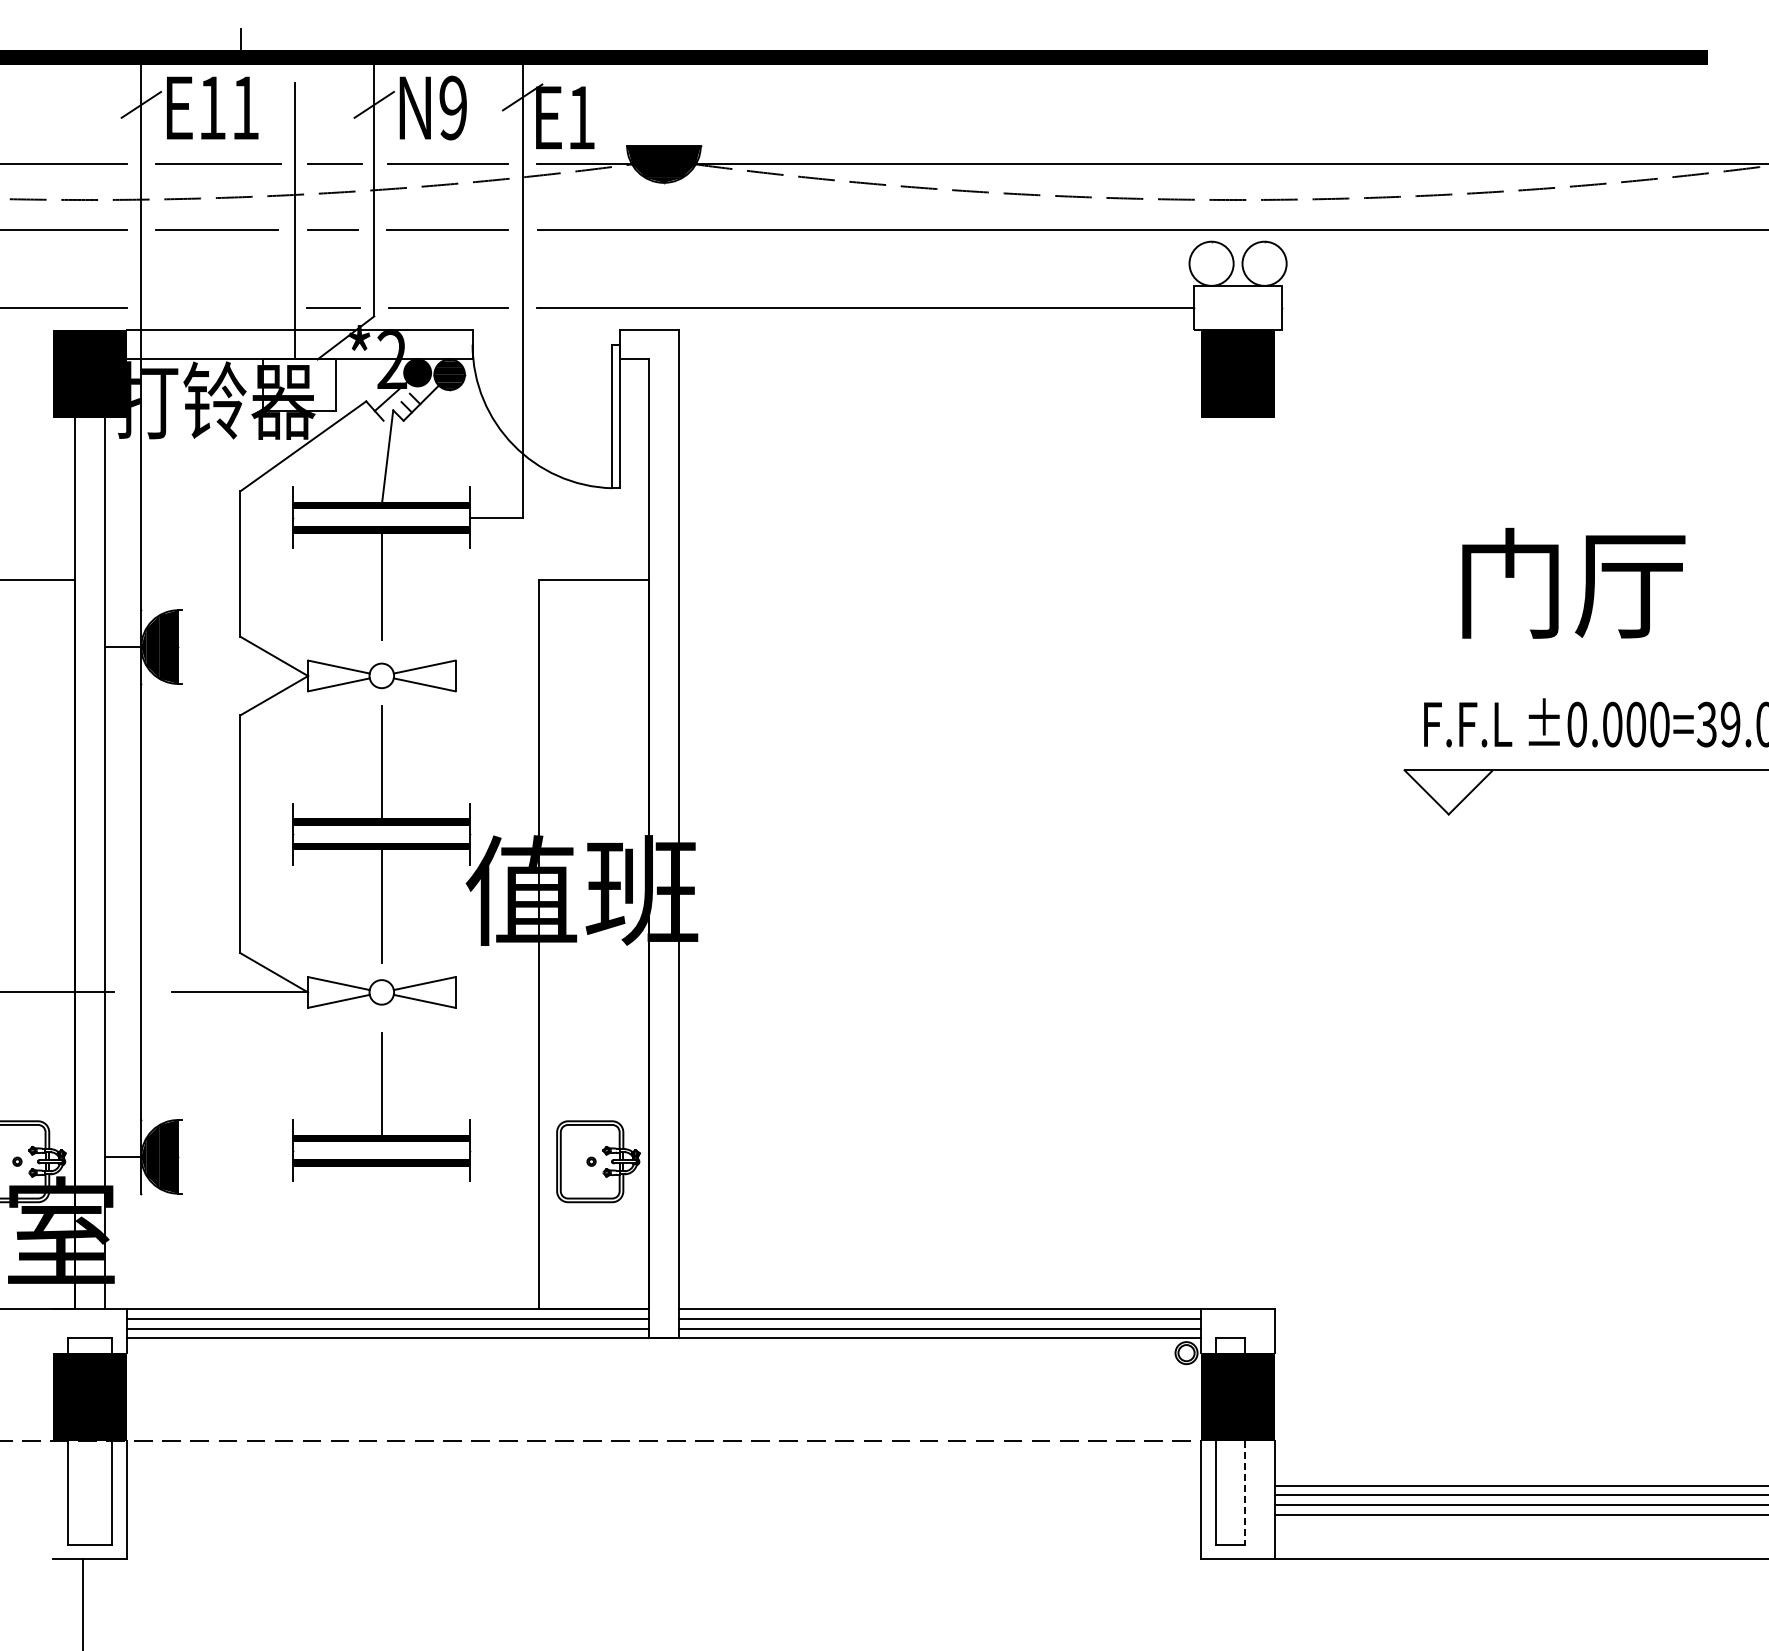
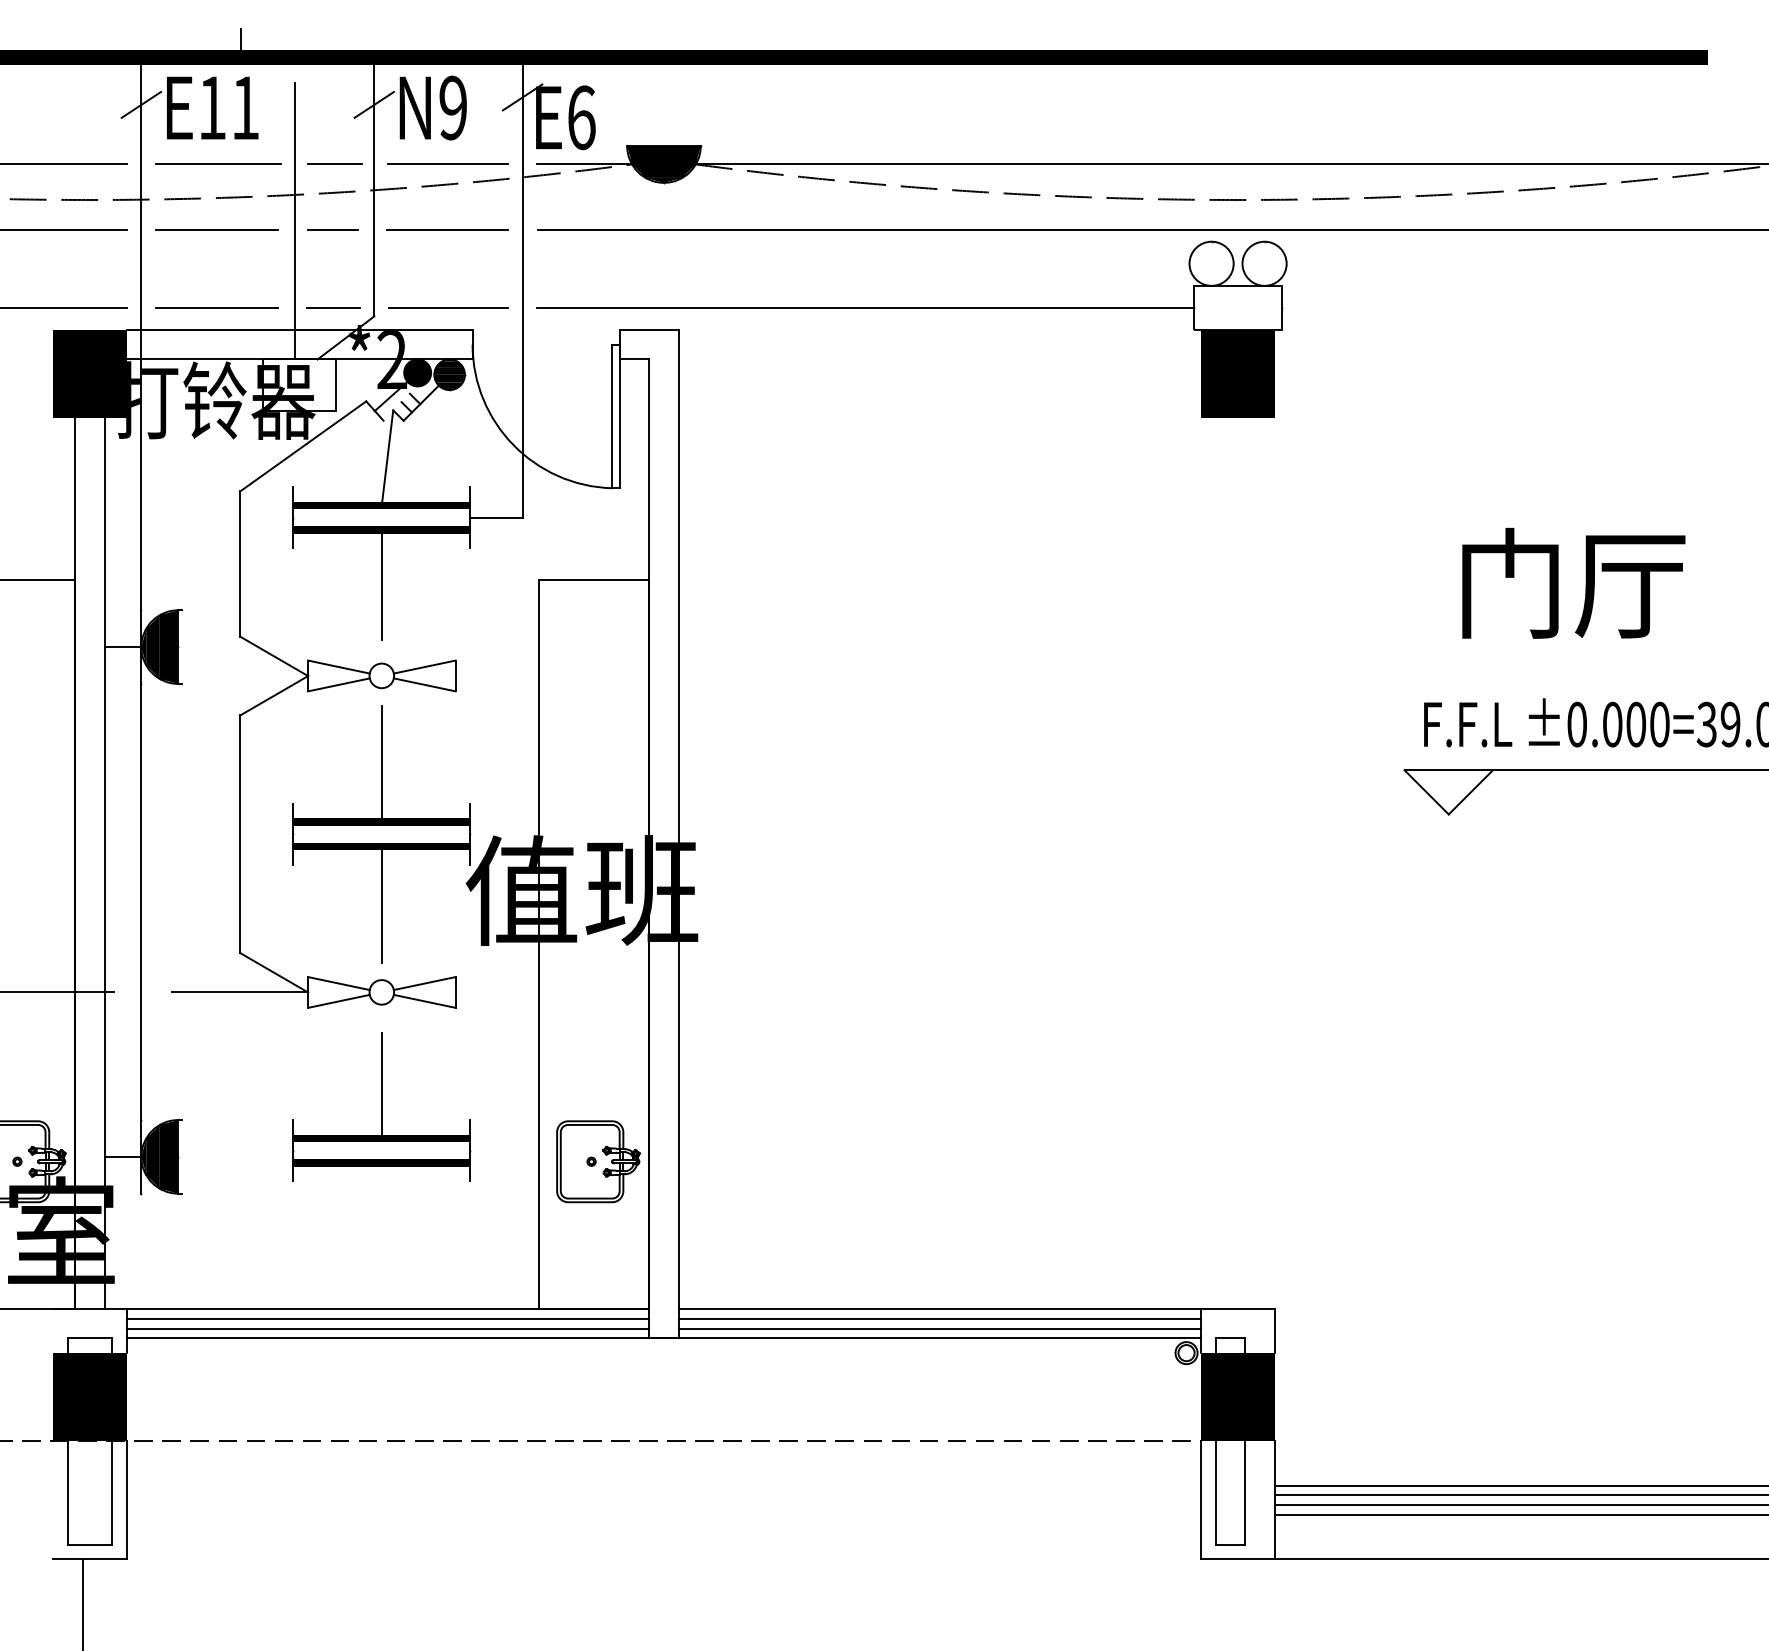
text at (581, 117): E1 -> E6
line at (217, 307): none -> present
line at (1245, 1492): dashed -> solid
